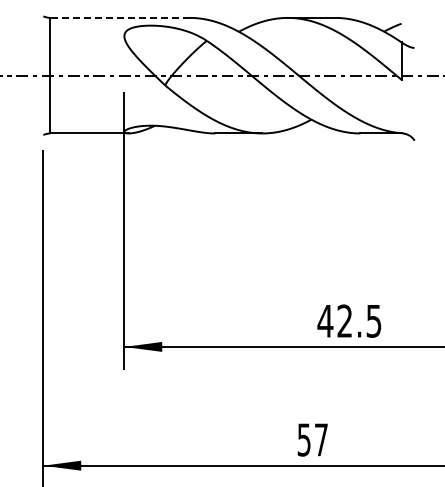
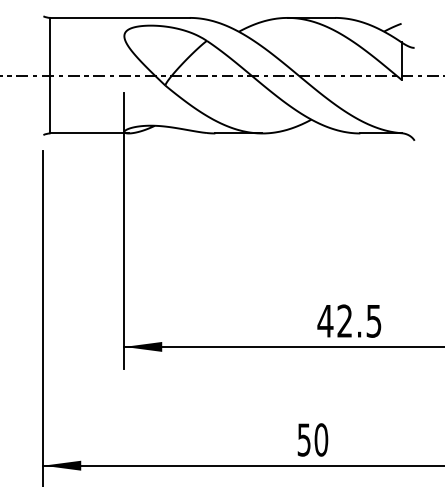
line at (120, 17): dashed -> solid
text at (321, 439): 57 -> 50
